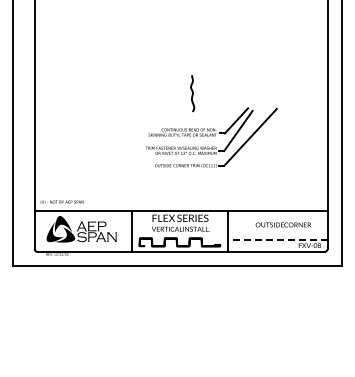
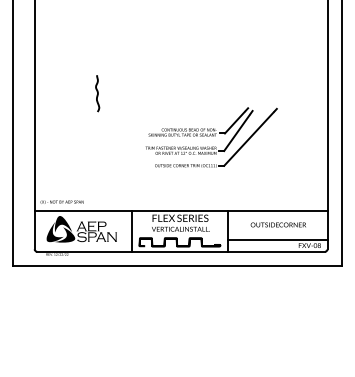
curve at (192, 93) position: (192, 93) -> (97, 93)
text at (282, 224) position: (282, 224) -> (277, 224)
line at (277, 239): dashed -> solid
